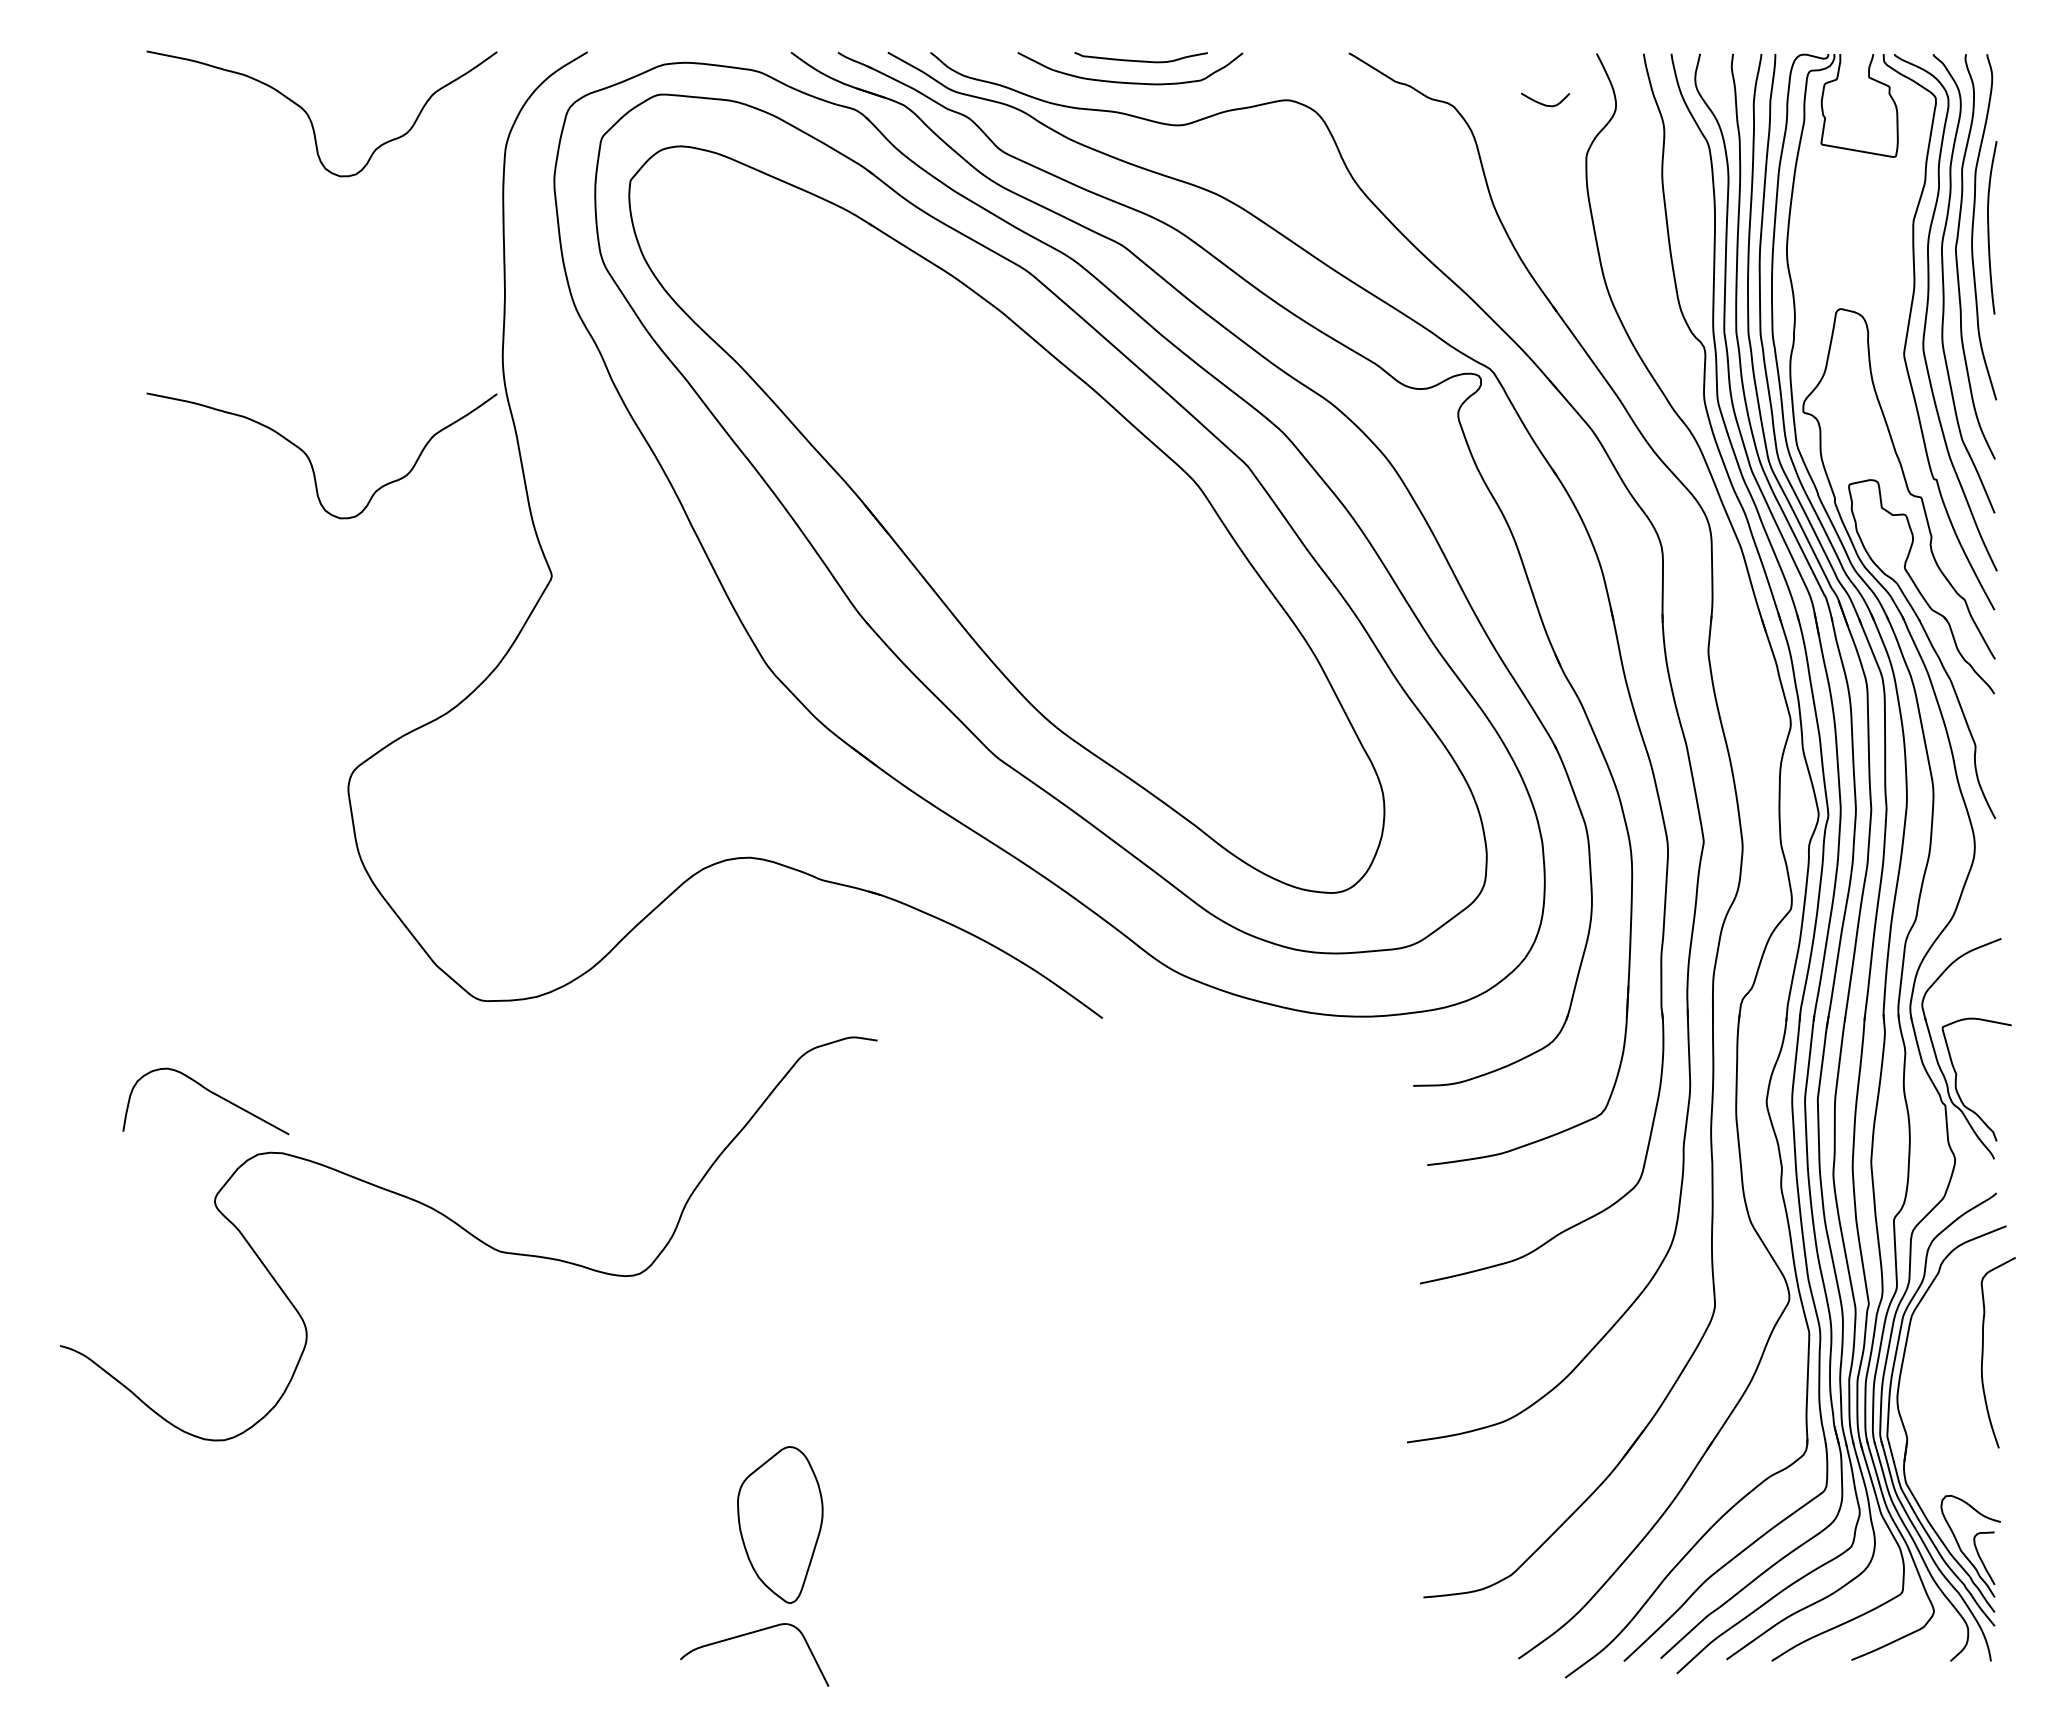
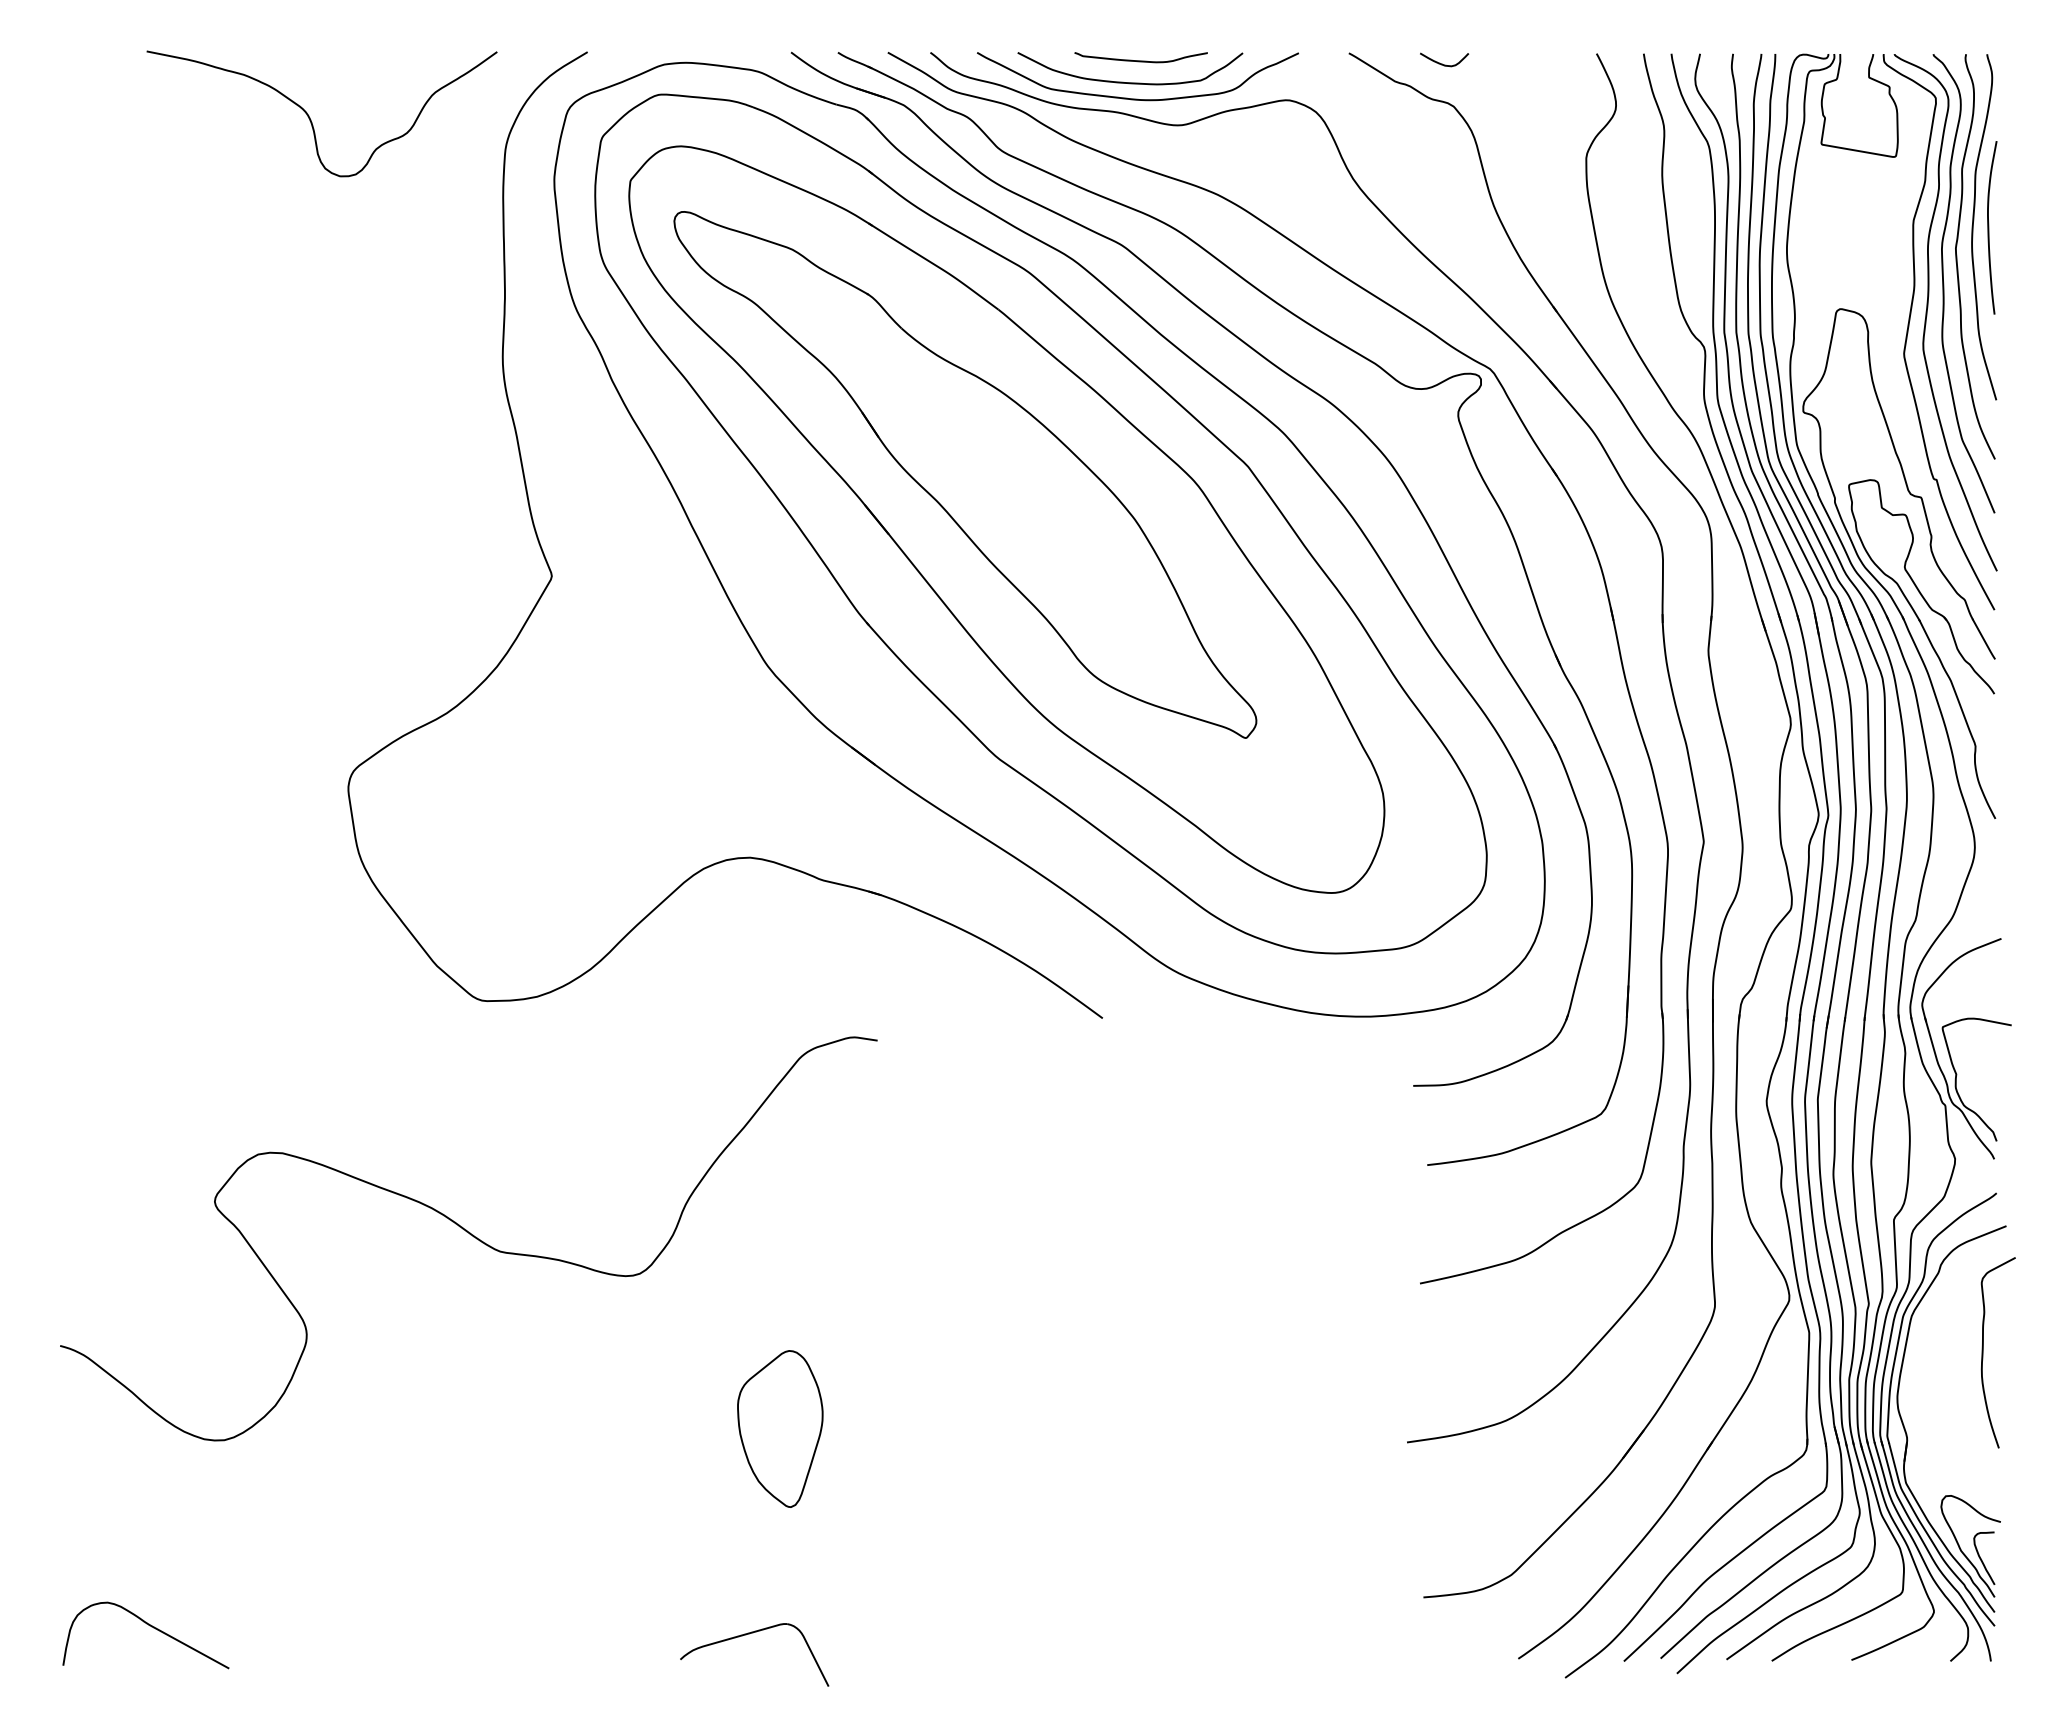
curve at (1137, 98): none -> present
curve at (1543, 103) position: (1543, 103) -> (1442, 63)
curve at (311, 461): present -> none
part at (965, 474): none -> present
curve at (211, 1093) position: (211, 1093) -> (151, 1627)
part at (780, 1524) position: (780, 1524) -> (780, 1428)
